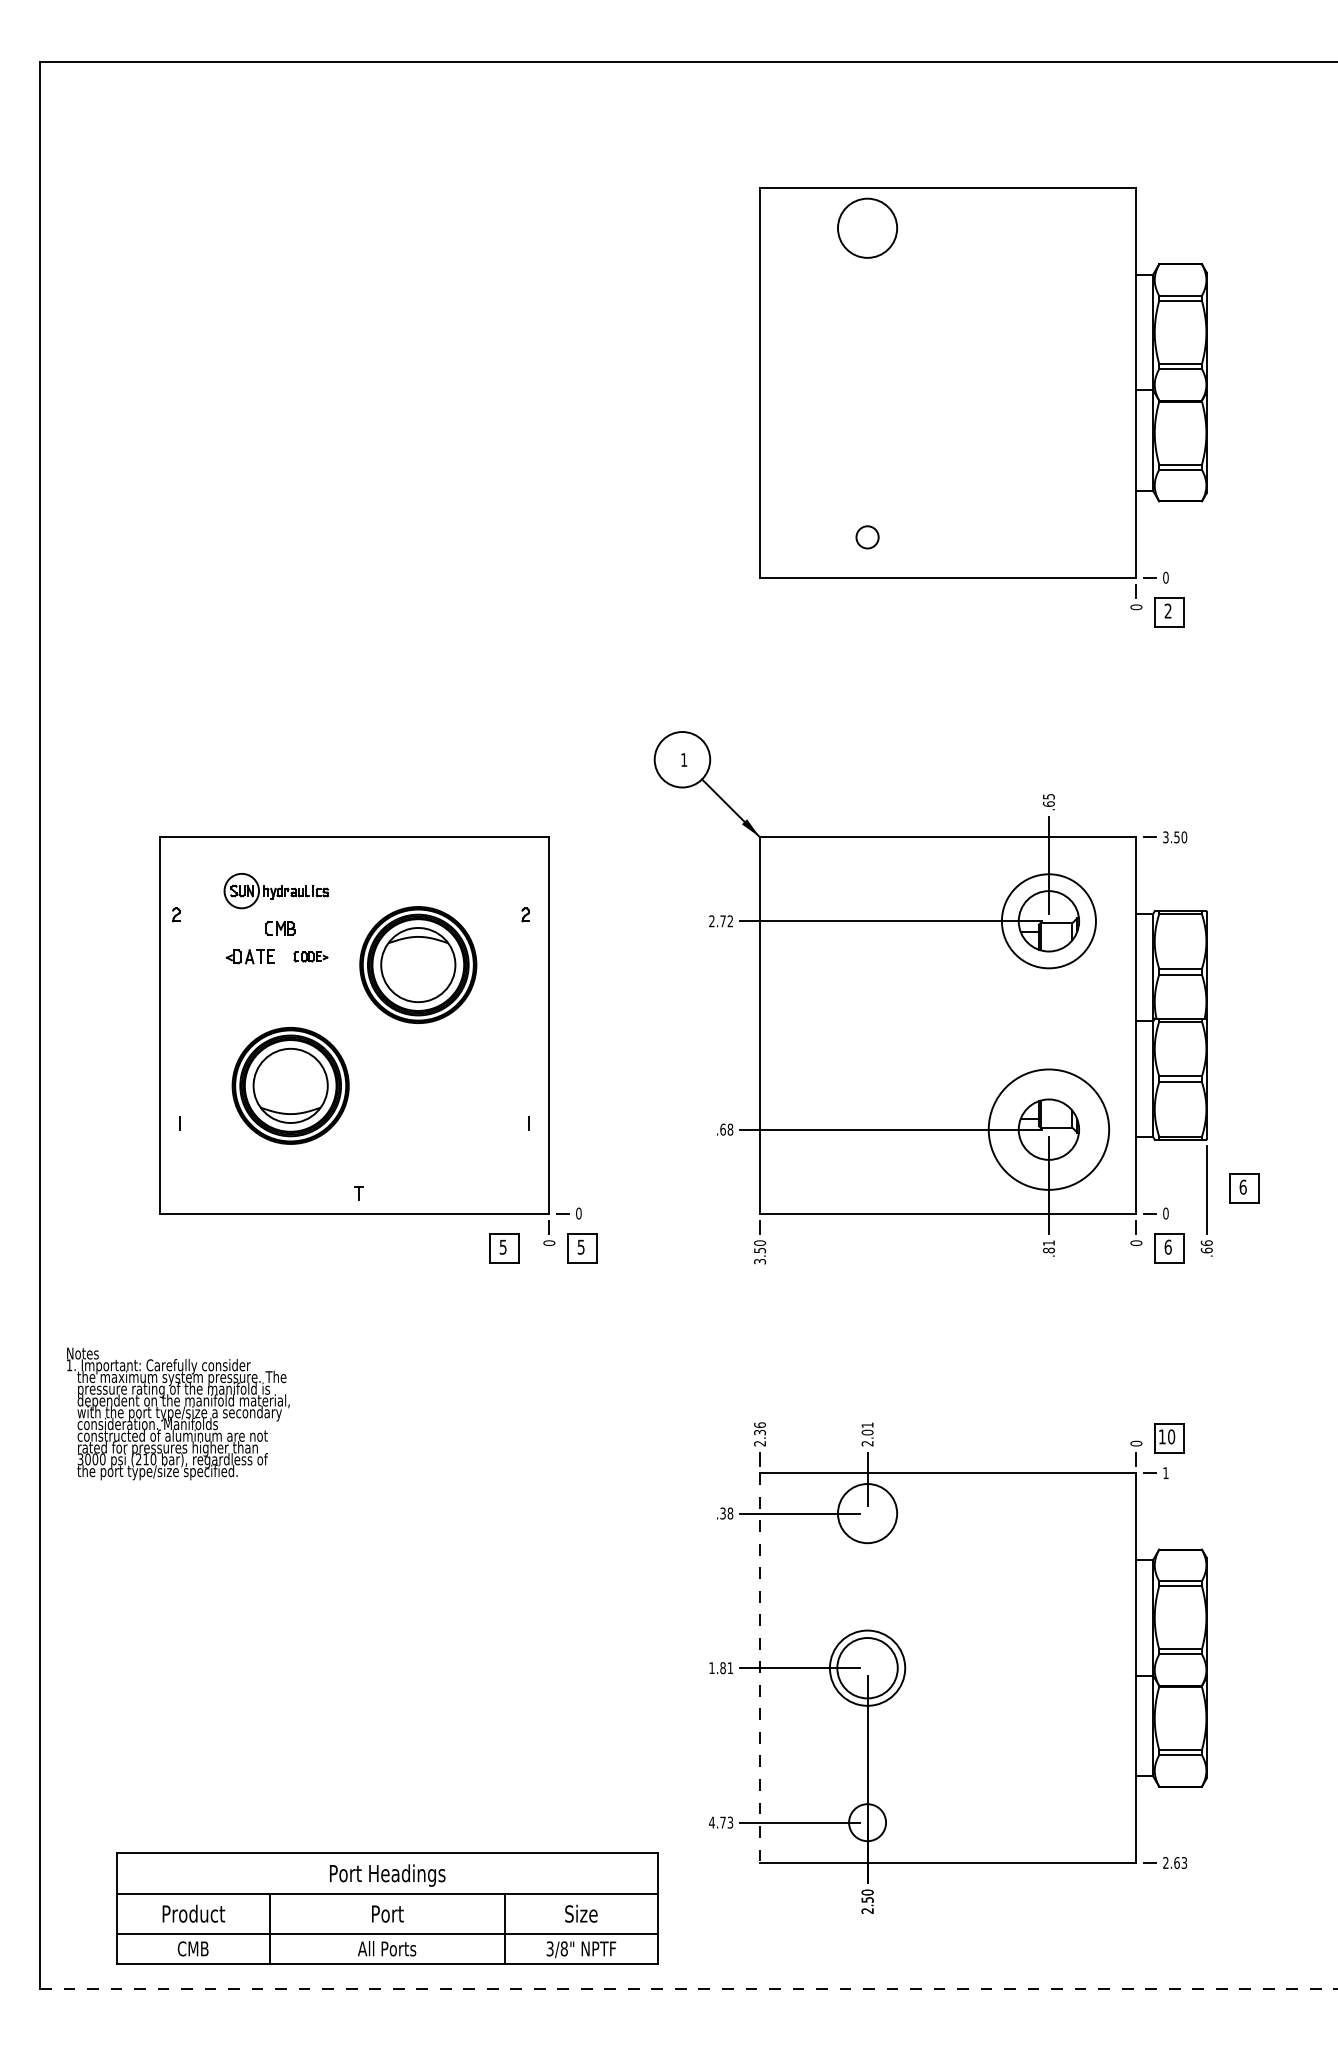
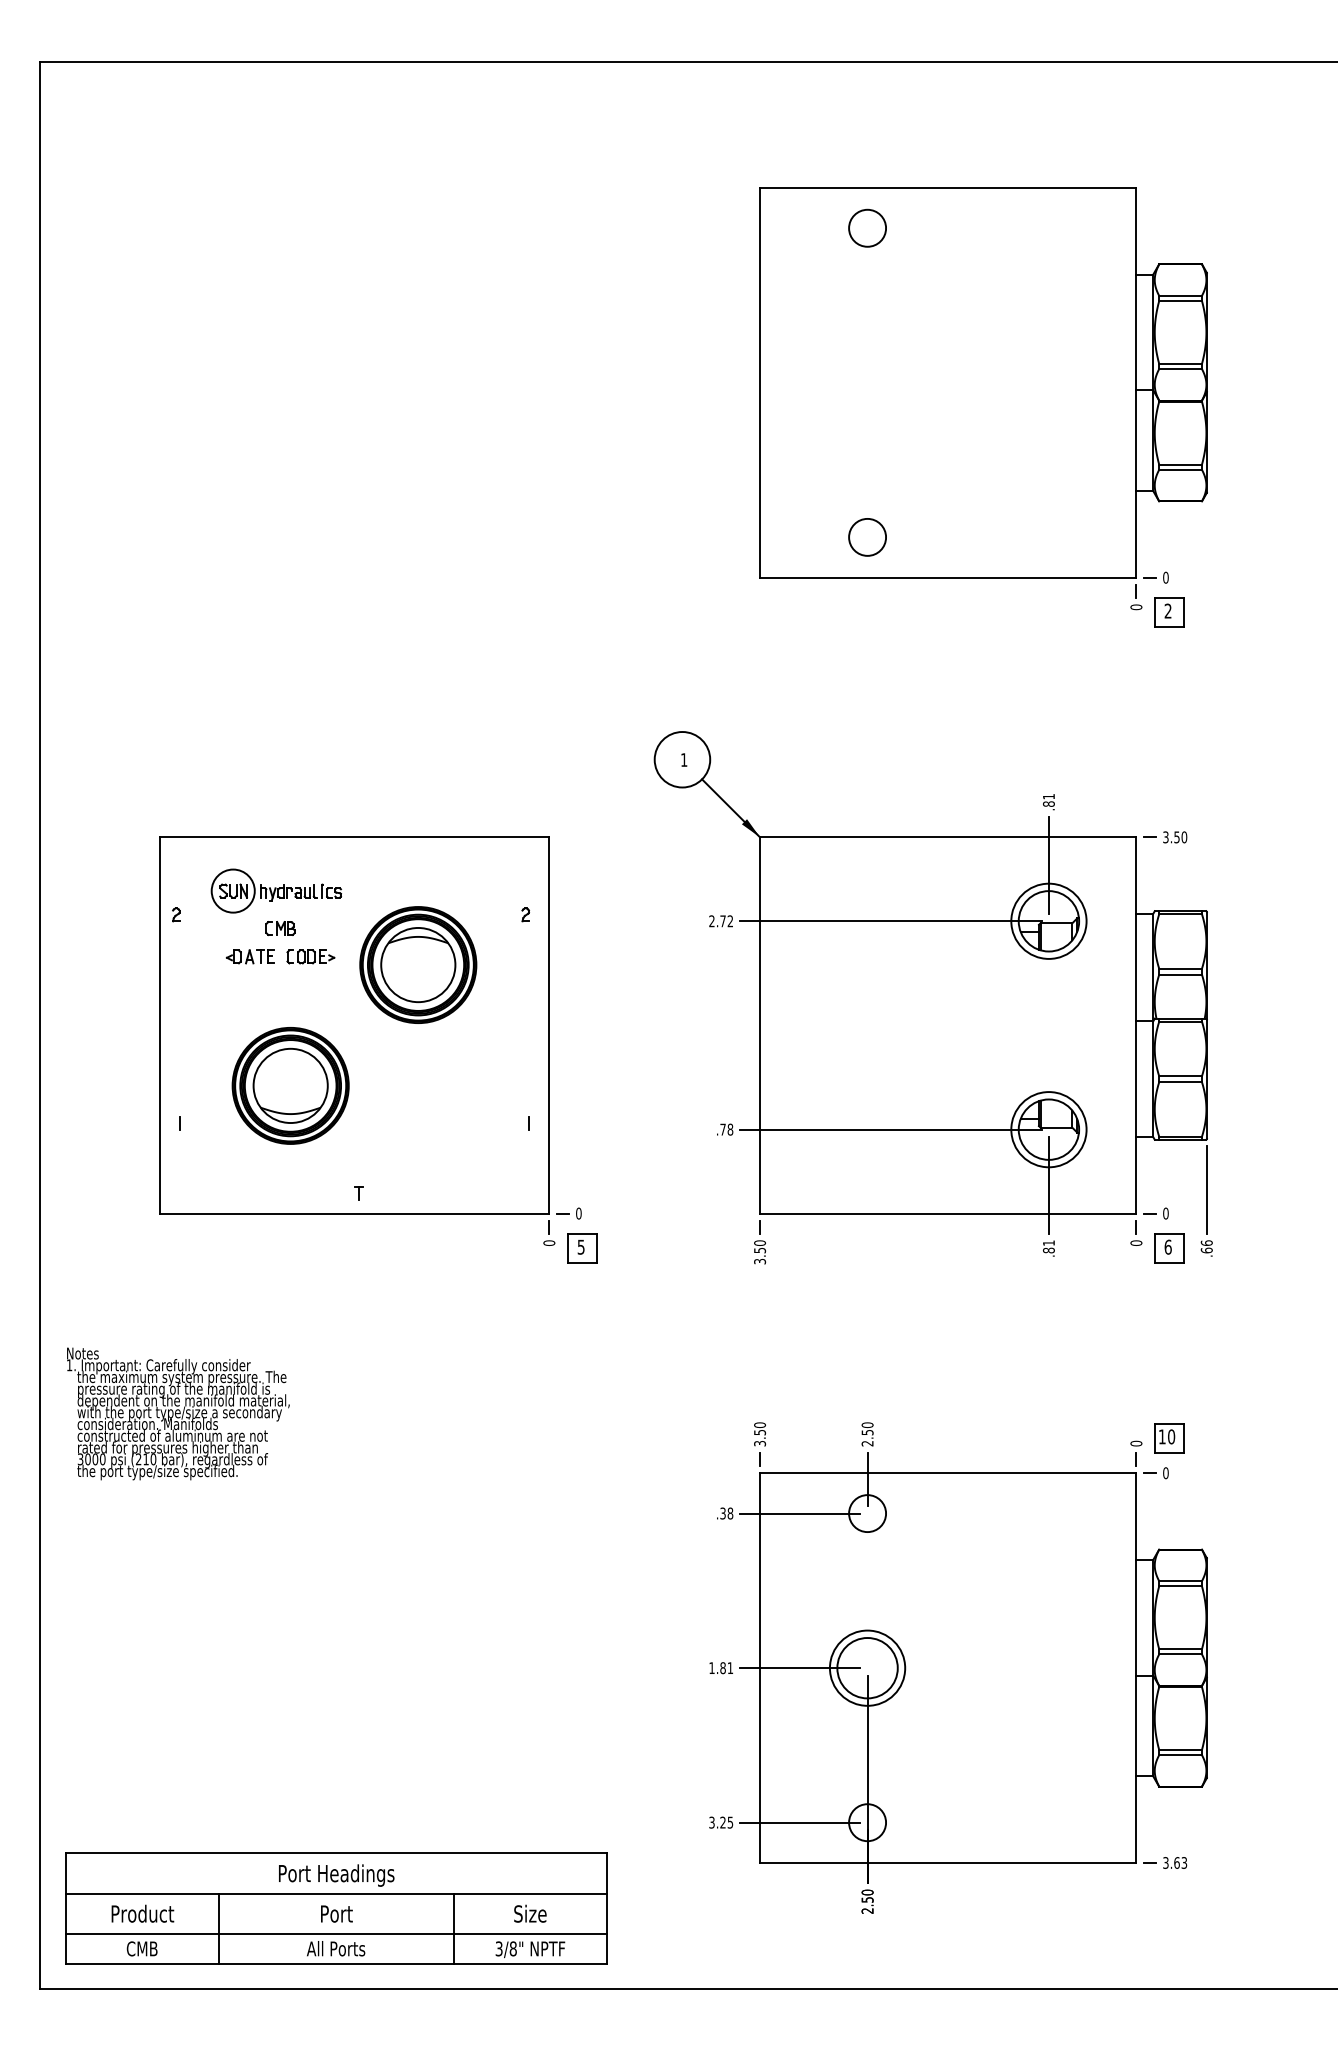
circle at (867, 227) diameter: 59 px -> 37 px
circle at (867, 537) diameter: 22 px -> 37 px
text at (1048, 800): .65 -> .81
part at (275, 891) size: 106x37 px -> 132x46 px
circle at (1048, 921) diameter: 94 px -> 75 px
part at (310, 956) size: 36x12 px -> 50x16 px
text at (722, 1129): .68 -> .78
circle at (1048, 1129) diameter: 120 px -> 75 px
part at (1244, 1188): present -> none
part at (504, 1248): present -> none
text at (867, 1428): 2.01 -> 2.50
text at (760, 1434): 2.36 -> 3.50
text at (1165, 1473): 1 -> 0
circle at (867, 1513) diameter: 59 px -> 37 px
line at (760, 1668): dashed -> solid
text at (721, 1822): 4.73 -> 3.25
text at (1165, 1862): 2.63 -> 3.63
part at (387, 1908) position: (387, 1908) -> (336, 1908)
line at (689, 1989): dashed -> solid
